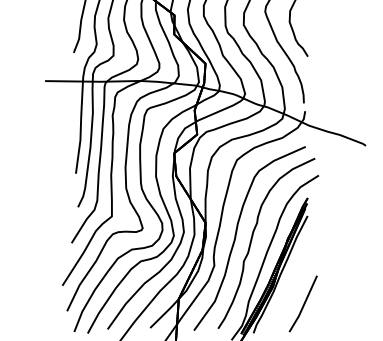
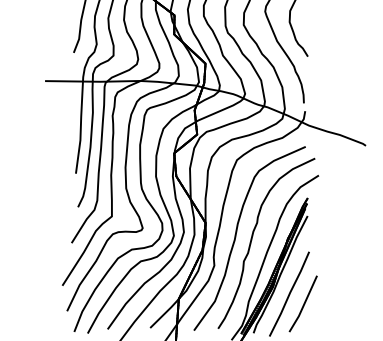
line at (289, 293): none -> present
